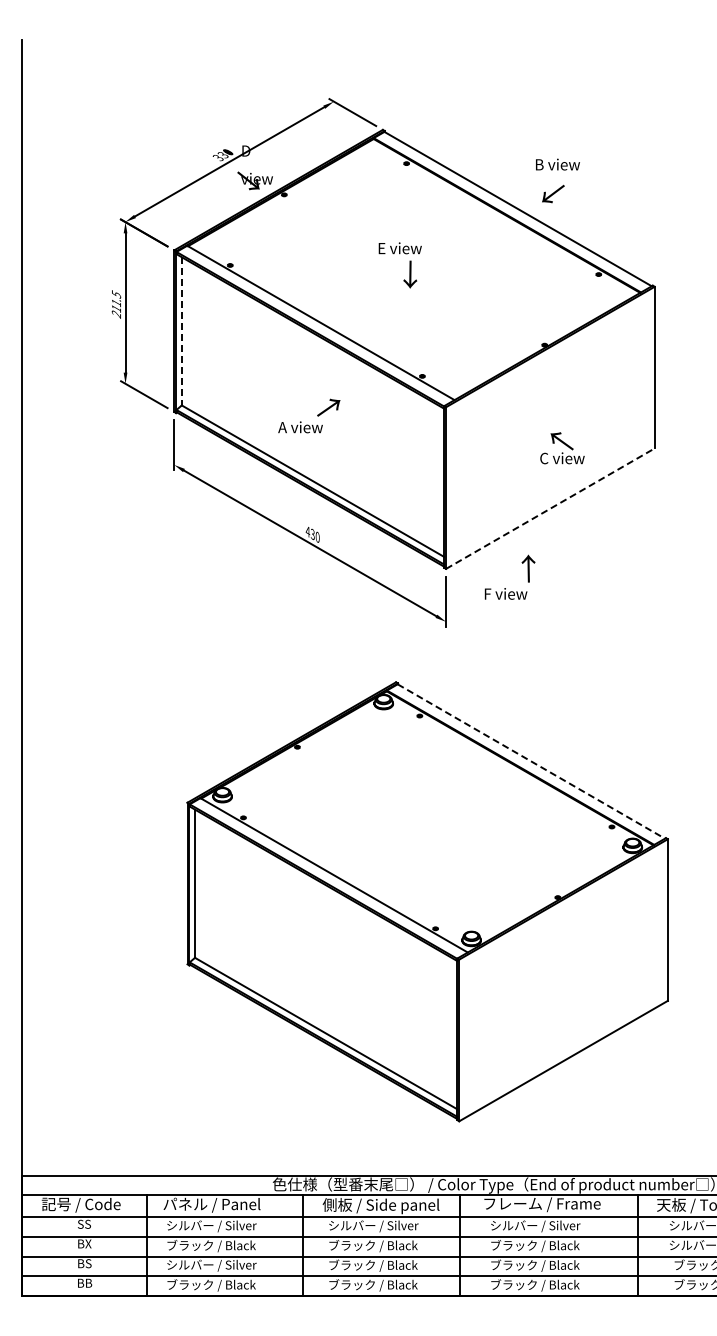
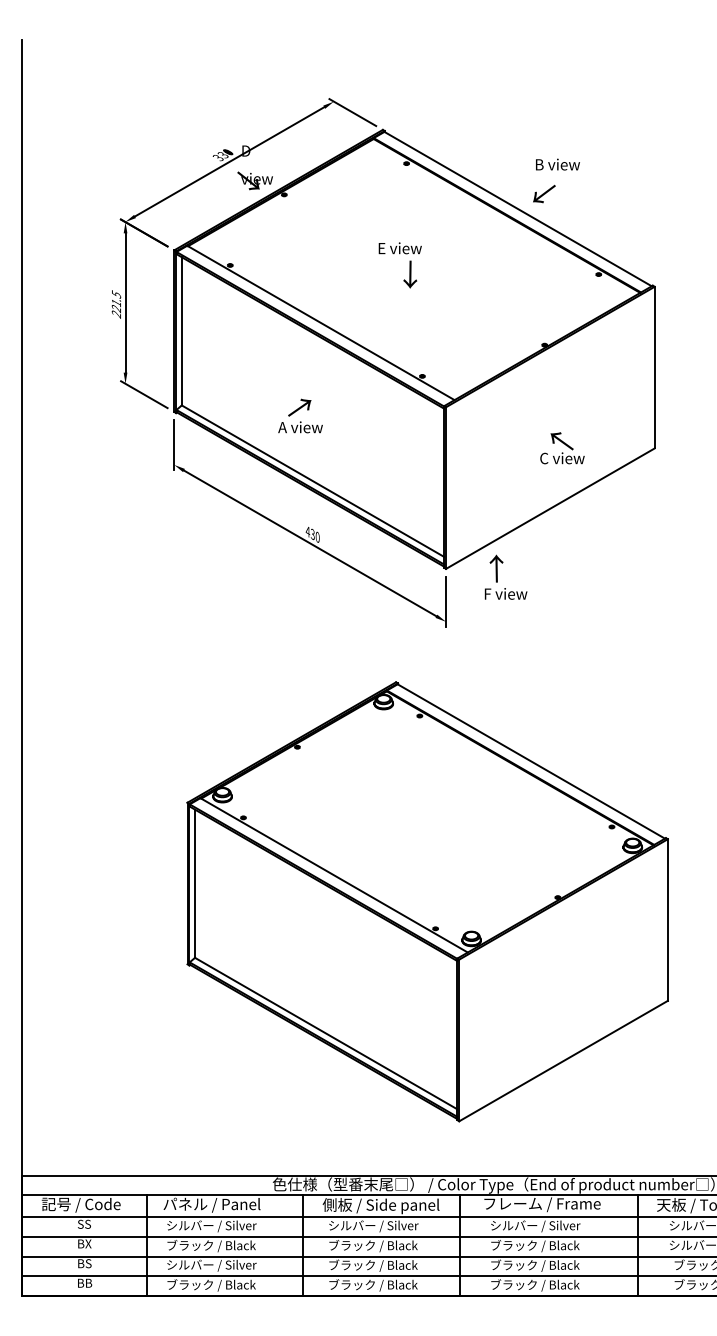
text at (553, 193) position: (553, 193) -> (544, 193)
text at (115, 309): 211.5 -> 221.5
line at (181, 331): dashed -> solid
text at (328, 407) position: (328, 407) -> (299, 407)
line at (550, 508): dashed -> solid
text at (528, 568) position: (528, 568) -> (496, 568)
line at (531, 761): dashed -> solid
